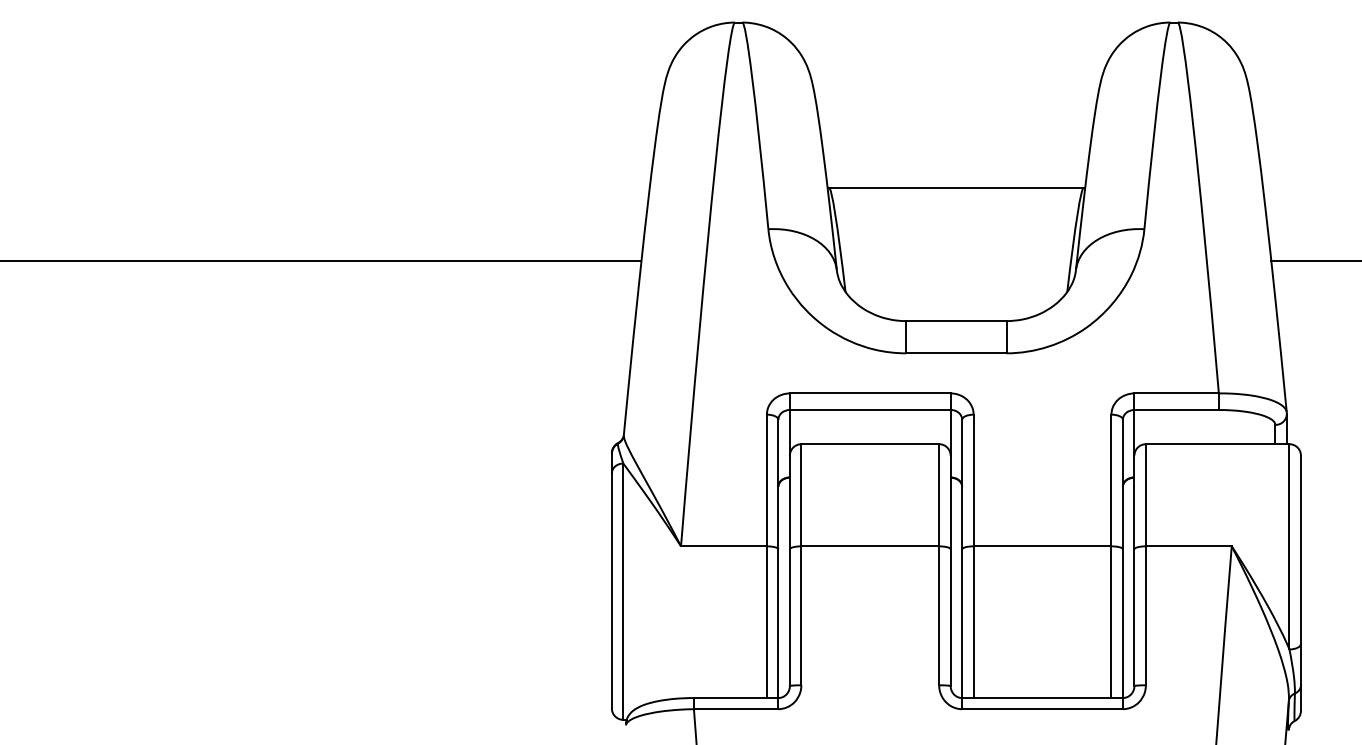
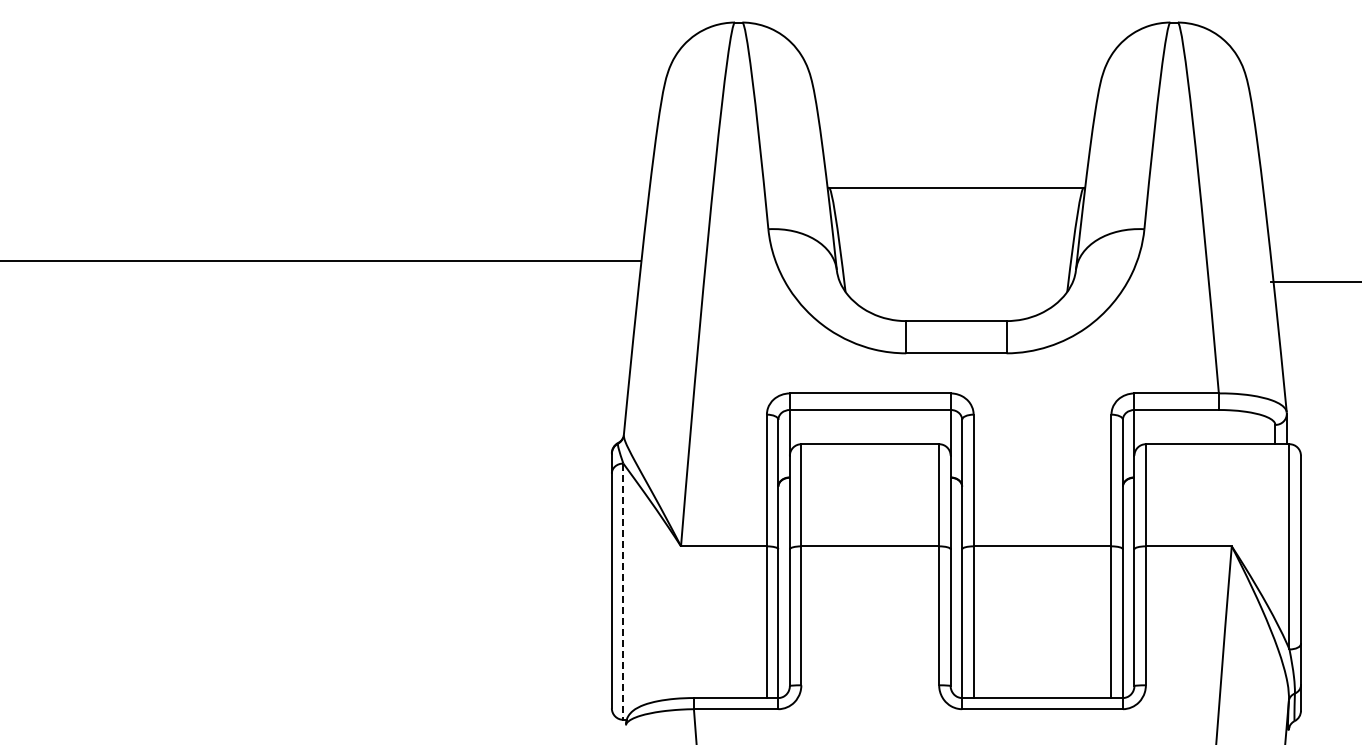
line at (1314, 261) position: (1314, 261) -> (1314, 282)
line at (623, 592): solid -> dashed
